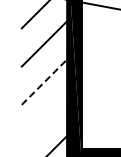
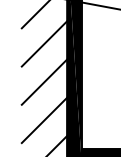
line at (44, 82): dashed -> solid
line at (44, 120): none -> present
